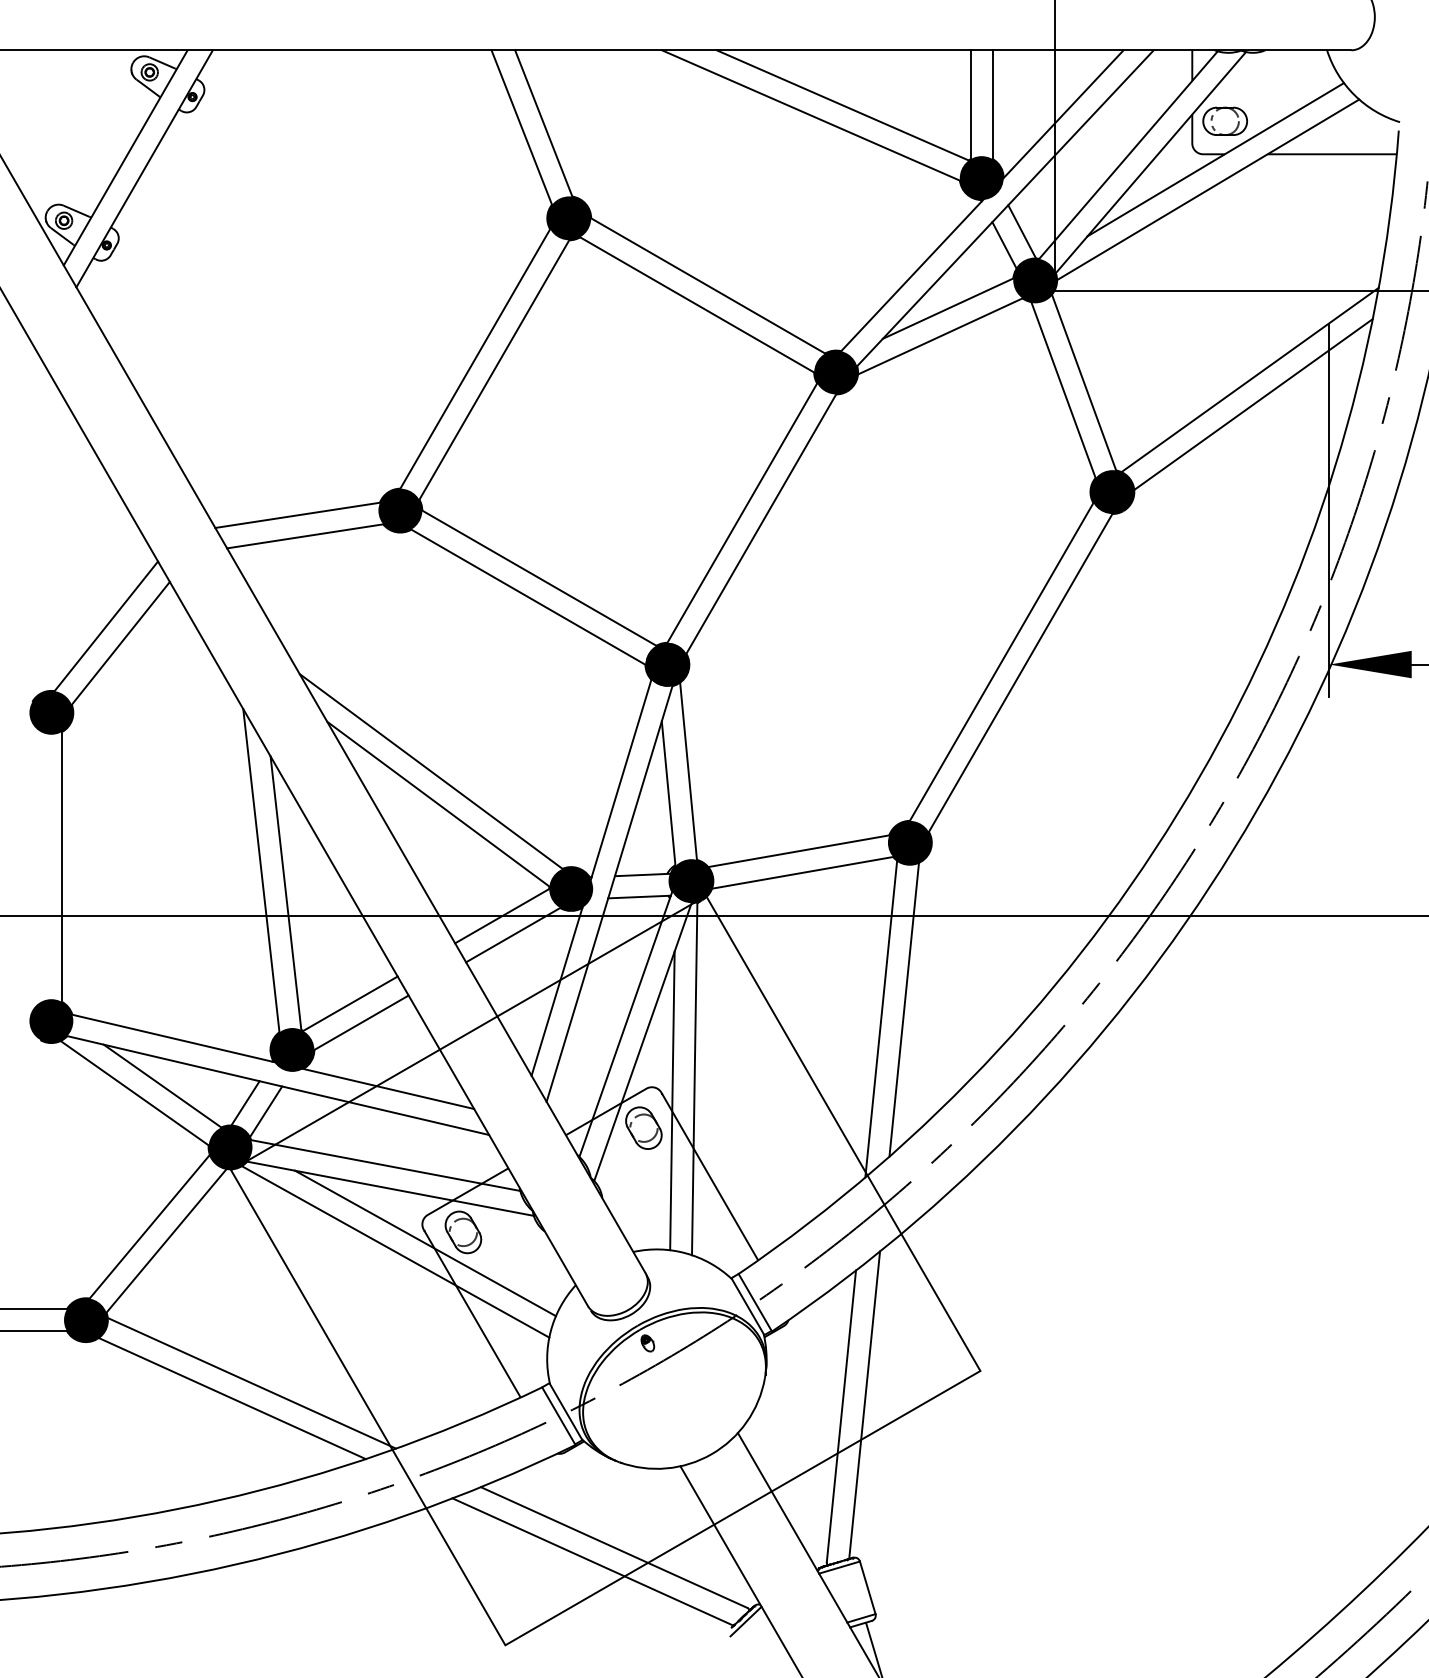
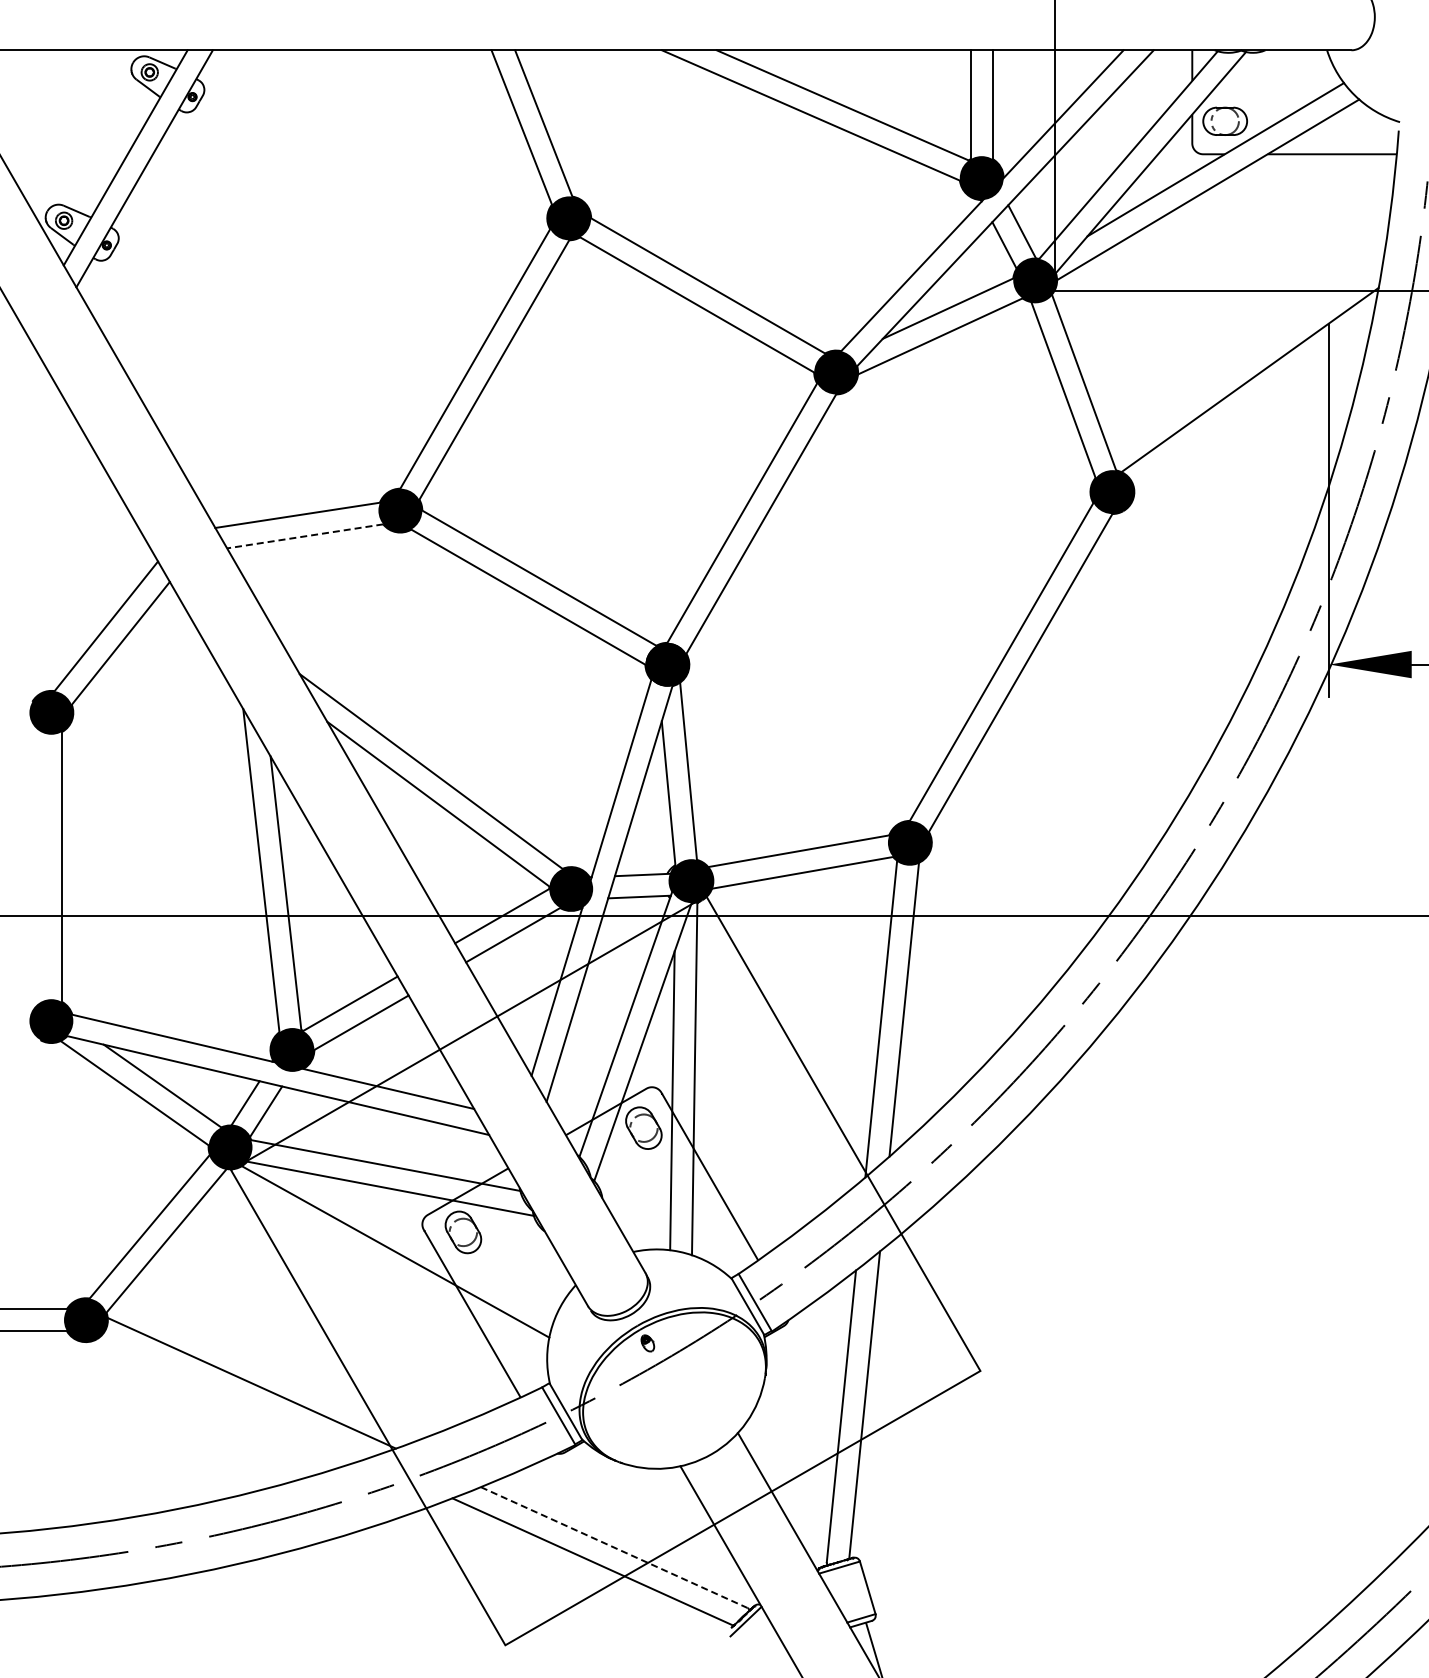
line at (1253, 404): present -> none
line at (305, 536): solid -> dashed
line at (424, 1243): present -> none
line at (231, 1398): present -> none
line at (614, 1547): solid -> dashed
